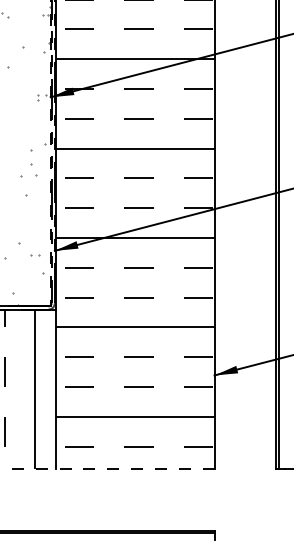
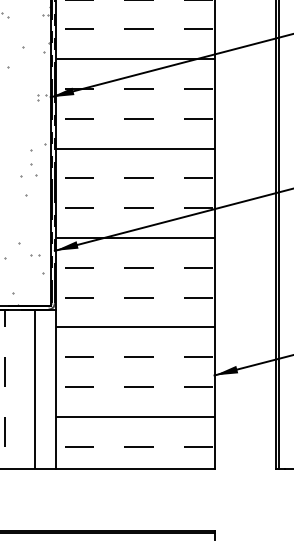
line at (50, 153): dashed -> solid
line at (107, 469): dashed -> solid
